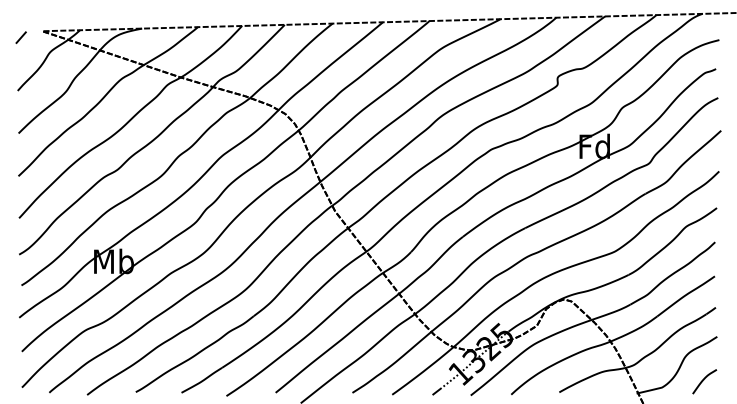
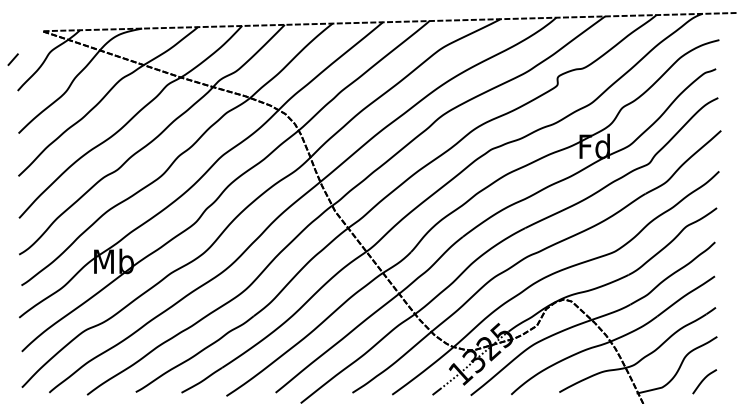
line at (20, 37) position: (20, 37) -> (12, 59)
